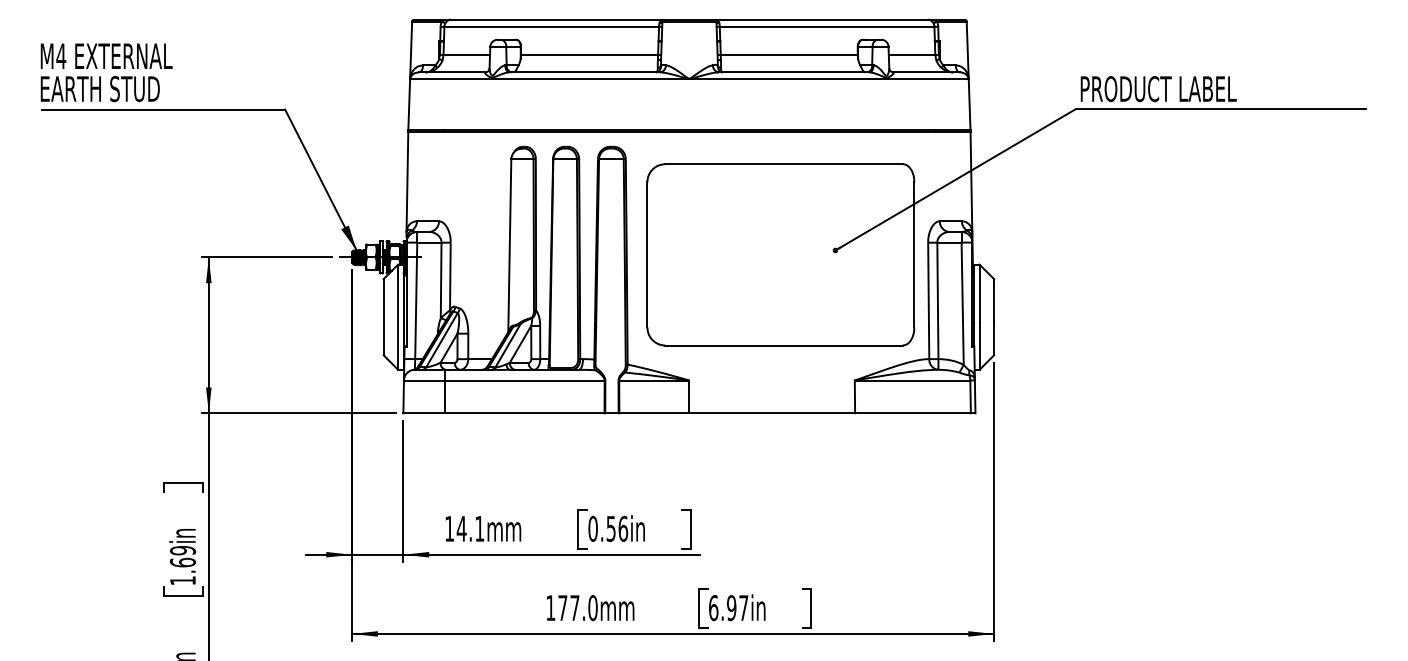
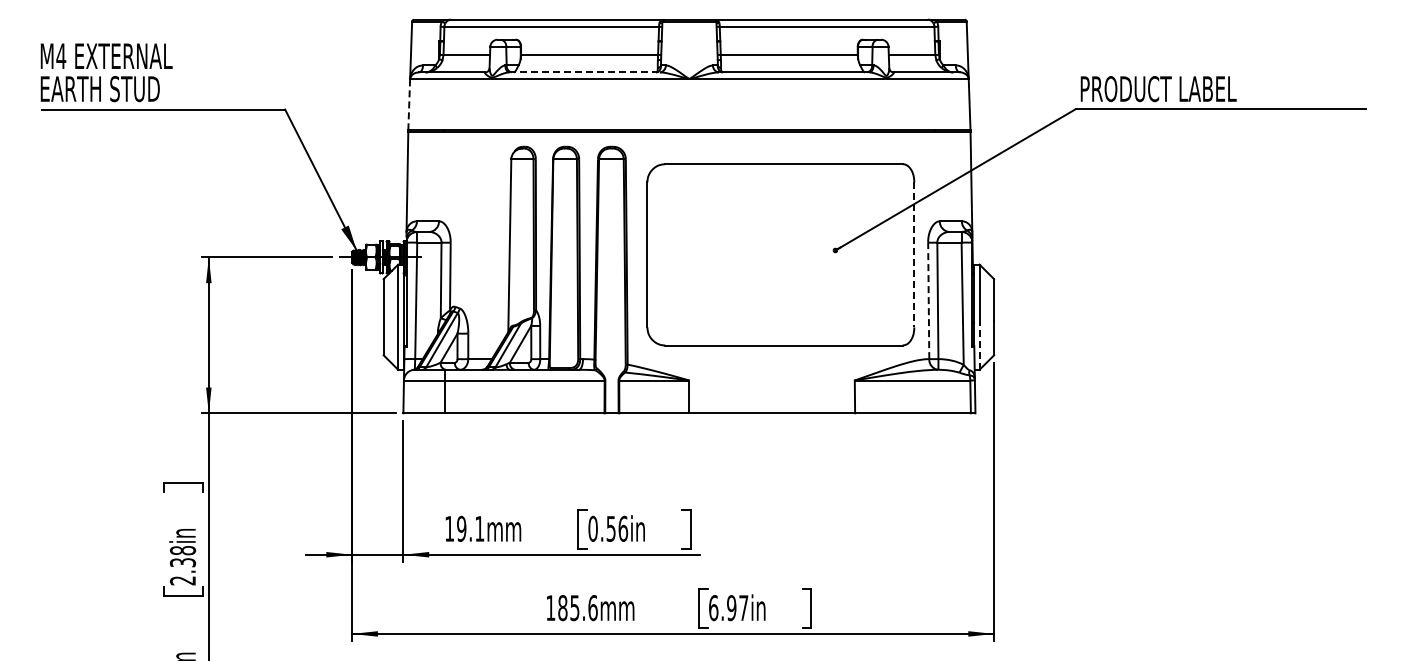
line at (585, 72): solid -> dashed
line at (409, 104): solid -> dashed
line at (914, 254): solid -> dashed
line at (928, 300): solid -> dashed
line at (979, 346): solid -> dashed
text at (461, 528): 14.1mm -> 19.1mm
text at (182, 565): 1.69in -> 2.38in
text at (577, 608): 177.0mm -> 185.6mm
